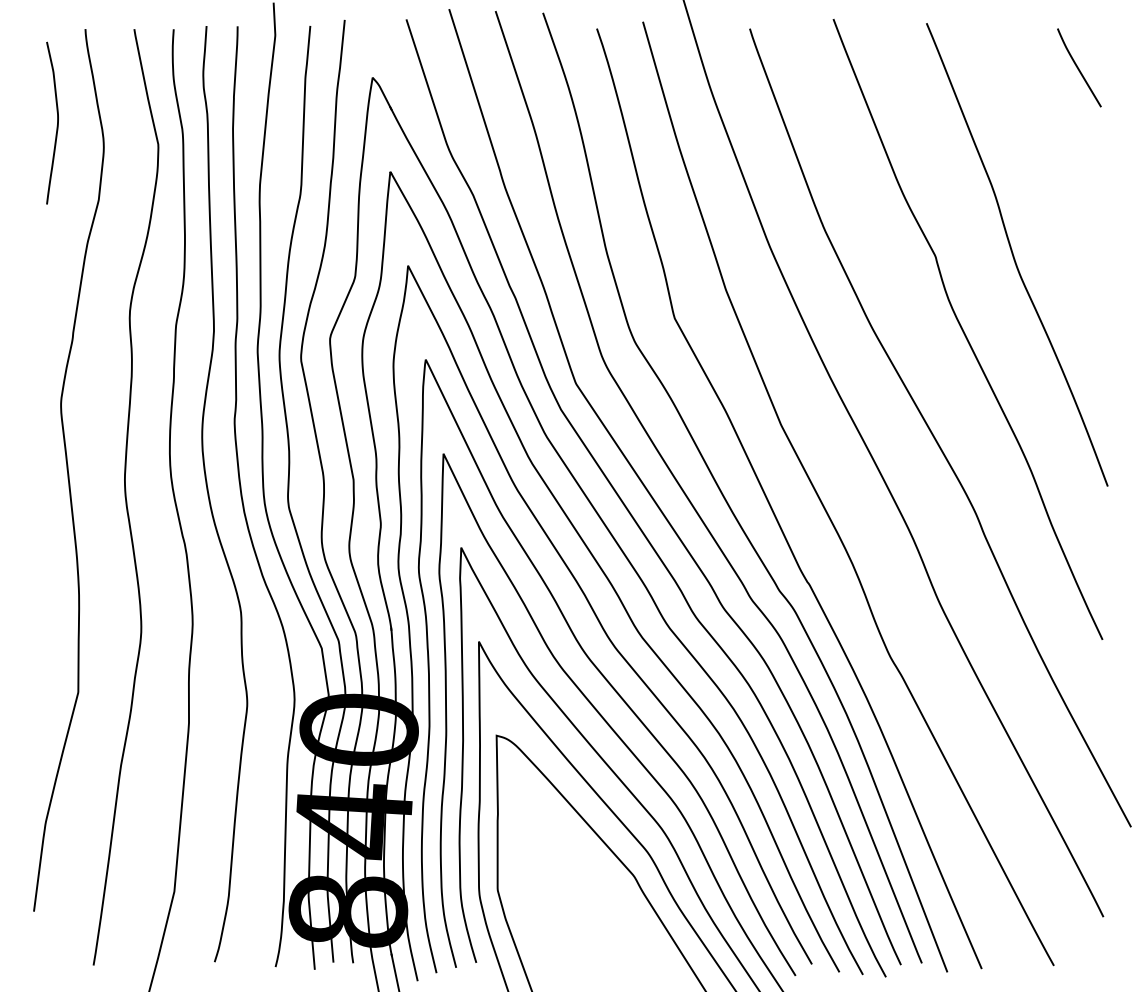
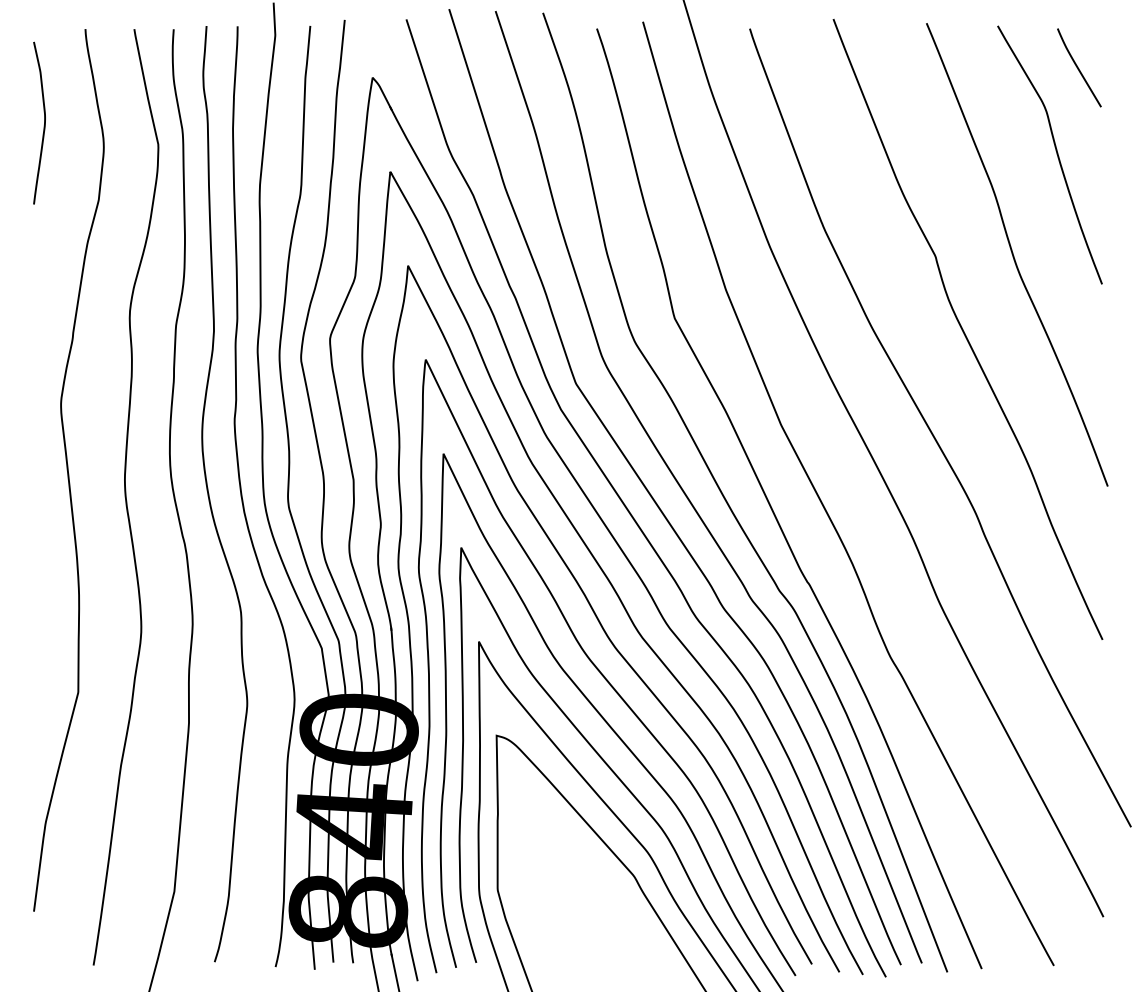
curve at (57, 122) position: (57, 122) -> (44, 122)
curve at (1056, 154): none -> present
